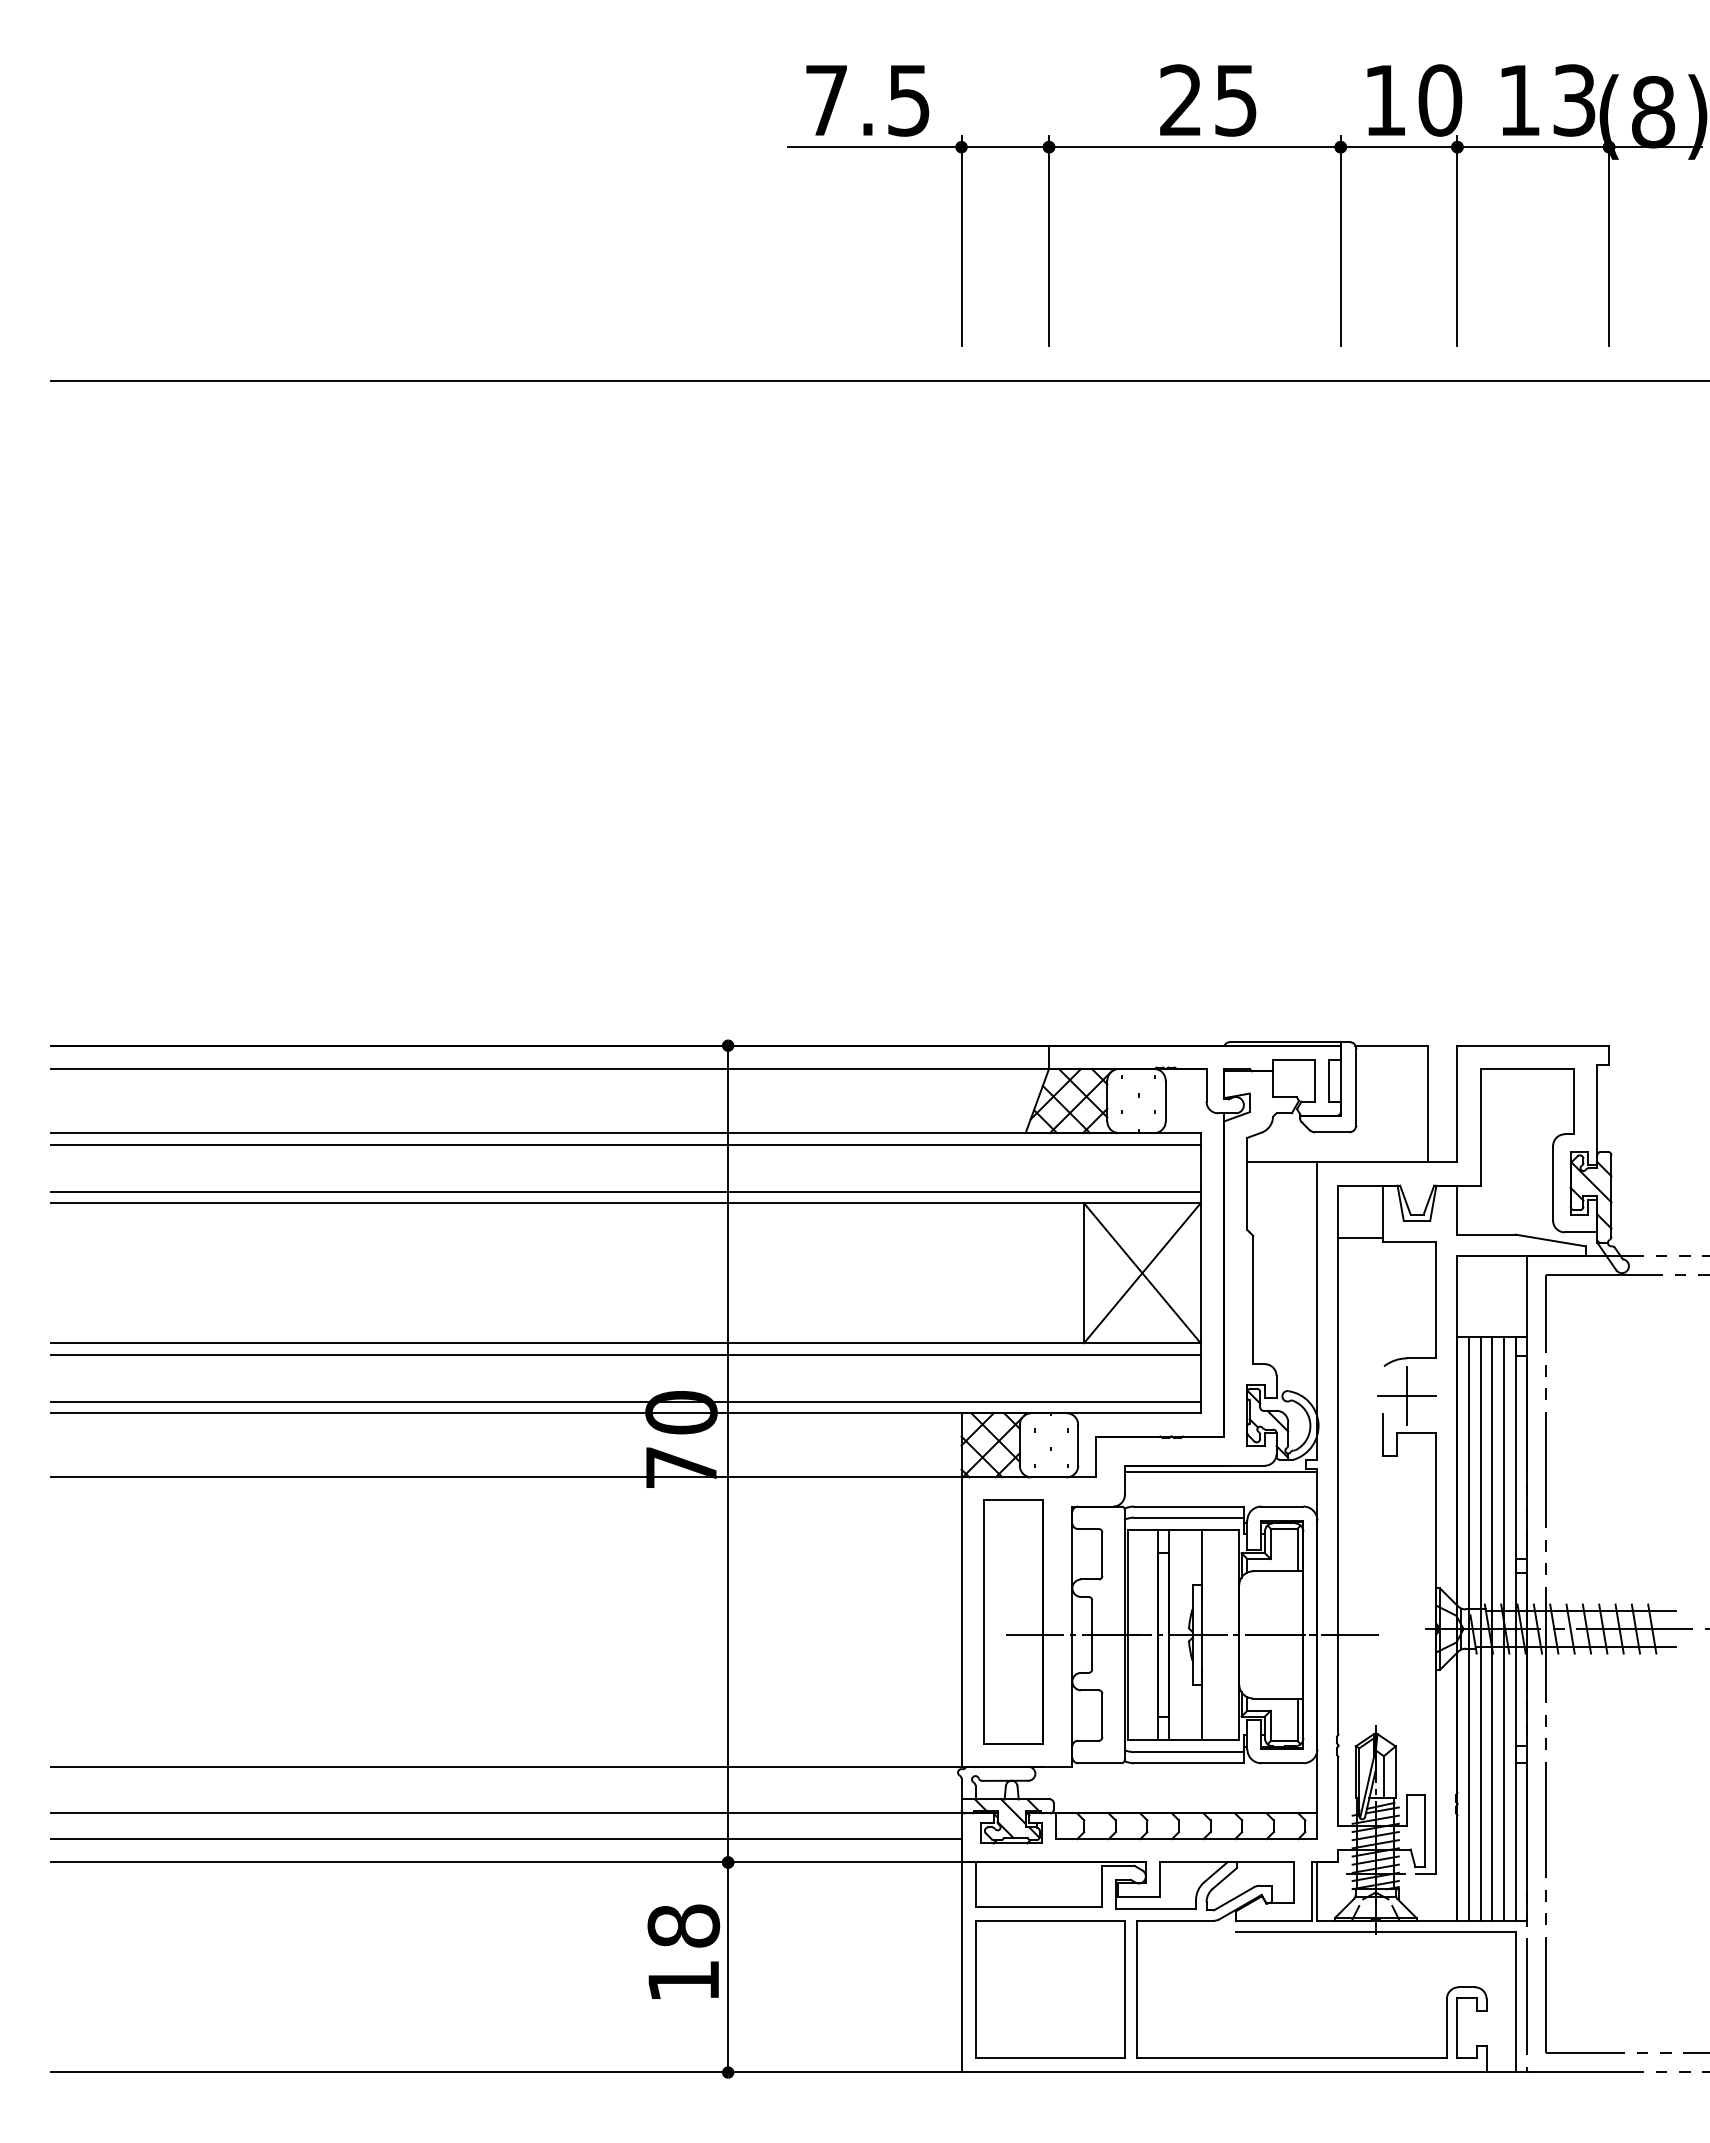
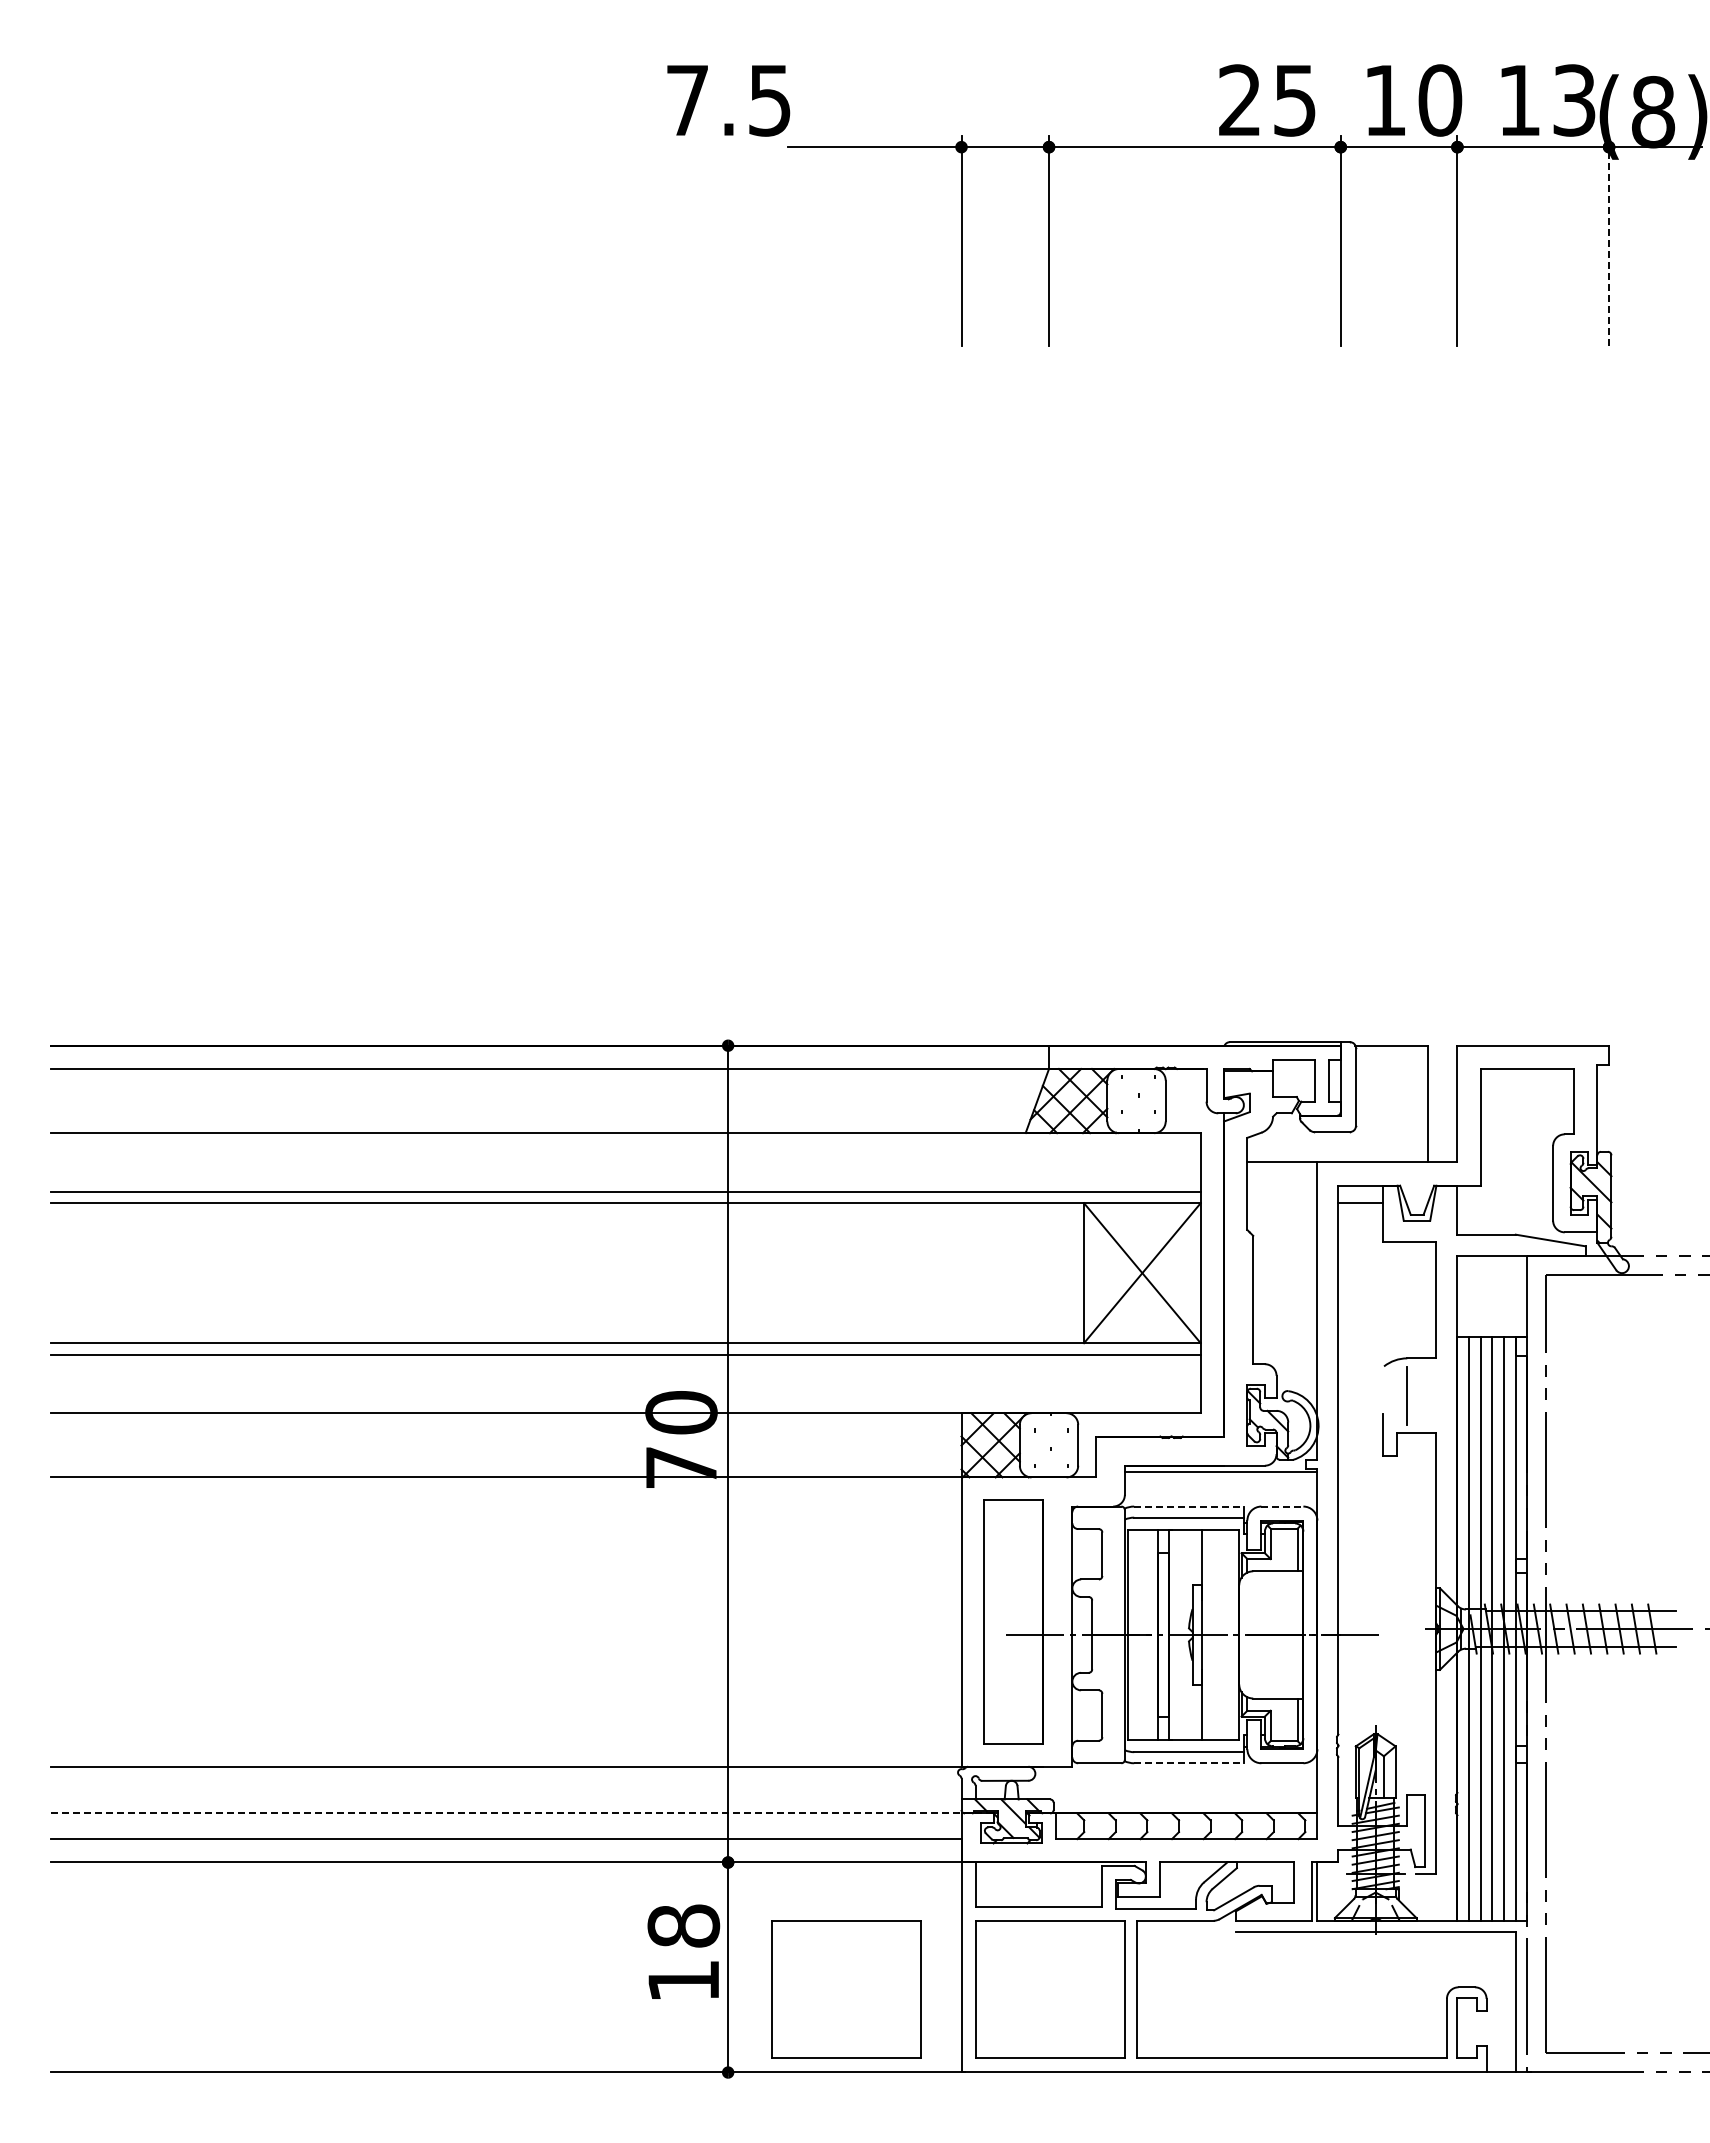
text at (867, 100) position: (867, 100) -> (728, 100)
text at (1208, 100) position: (1208, 100) -> (1267, 100)
line at (1609, 240): solid -> dashed
line at (878, 380): present -> none
line at (625, 1144): present -> none
line at (1360, 1238) position: (1360, 1238) -> (1360, 1203)
line at (1407, 1395): present -> none
line at (625, 1401): present -> none
line at (1189, 1506): solid -> dashed
line at (1282, 1506): solid -> dashed
line at (1189, 1763): solid -> dashed
line at (525, 1813): solid -> dashed
part at (846, 1989): none -> present
